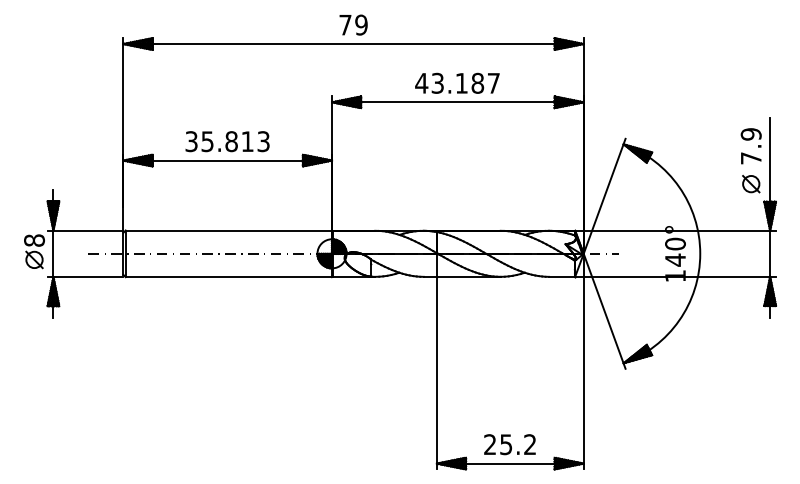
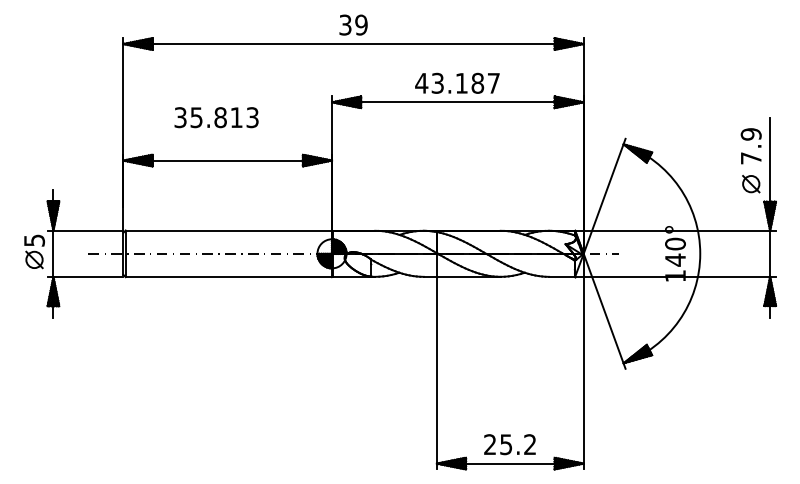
text at (345, 24): 79 -> 39
text at (227, 141) position: (227, 141) -> (216, 117)
text at (34, 240): 8 -> 5
